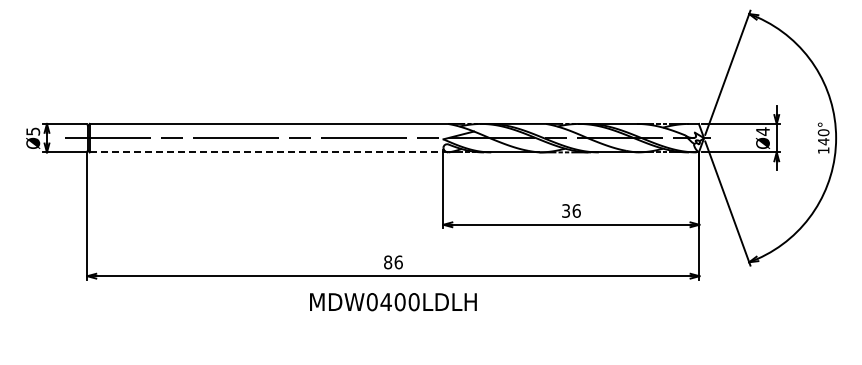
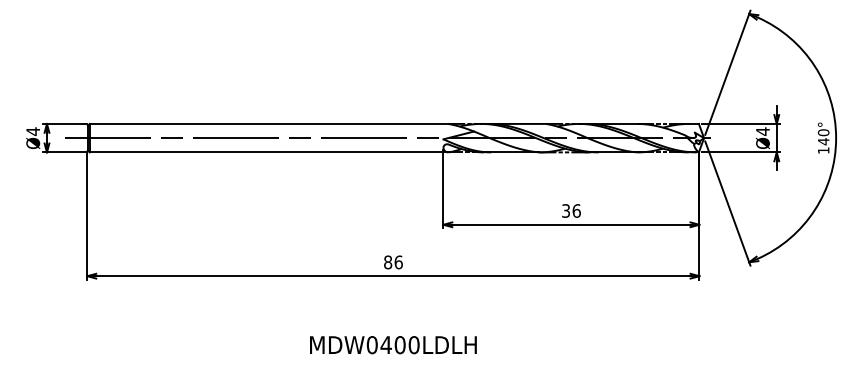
text at (33, 131): Ø5 -> Ø4
line at (269, 152): dashed -> solid
text at (393, 302) position: (393, 302) -> (393, 345)
